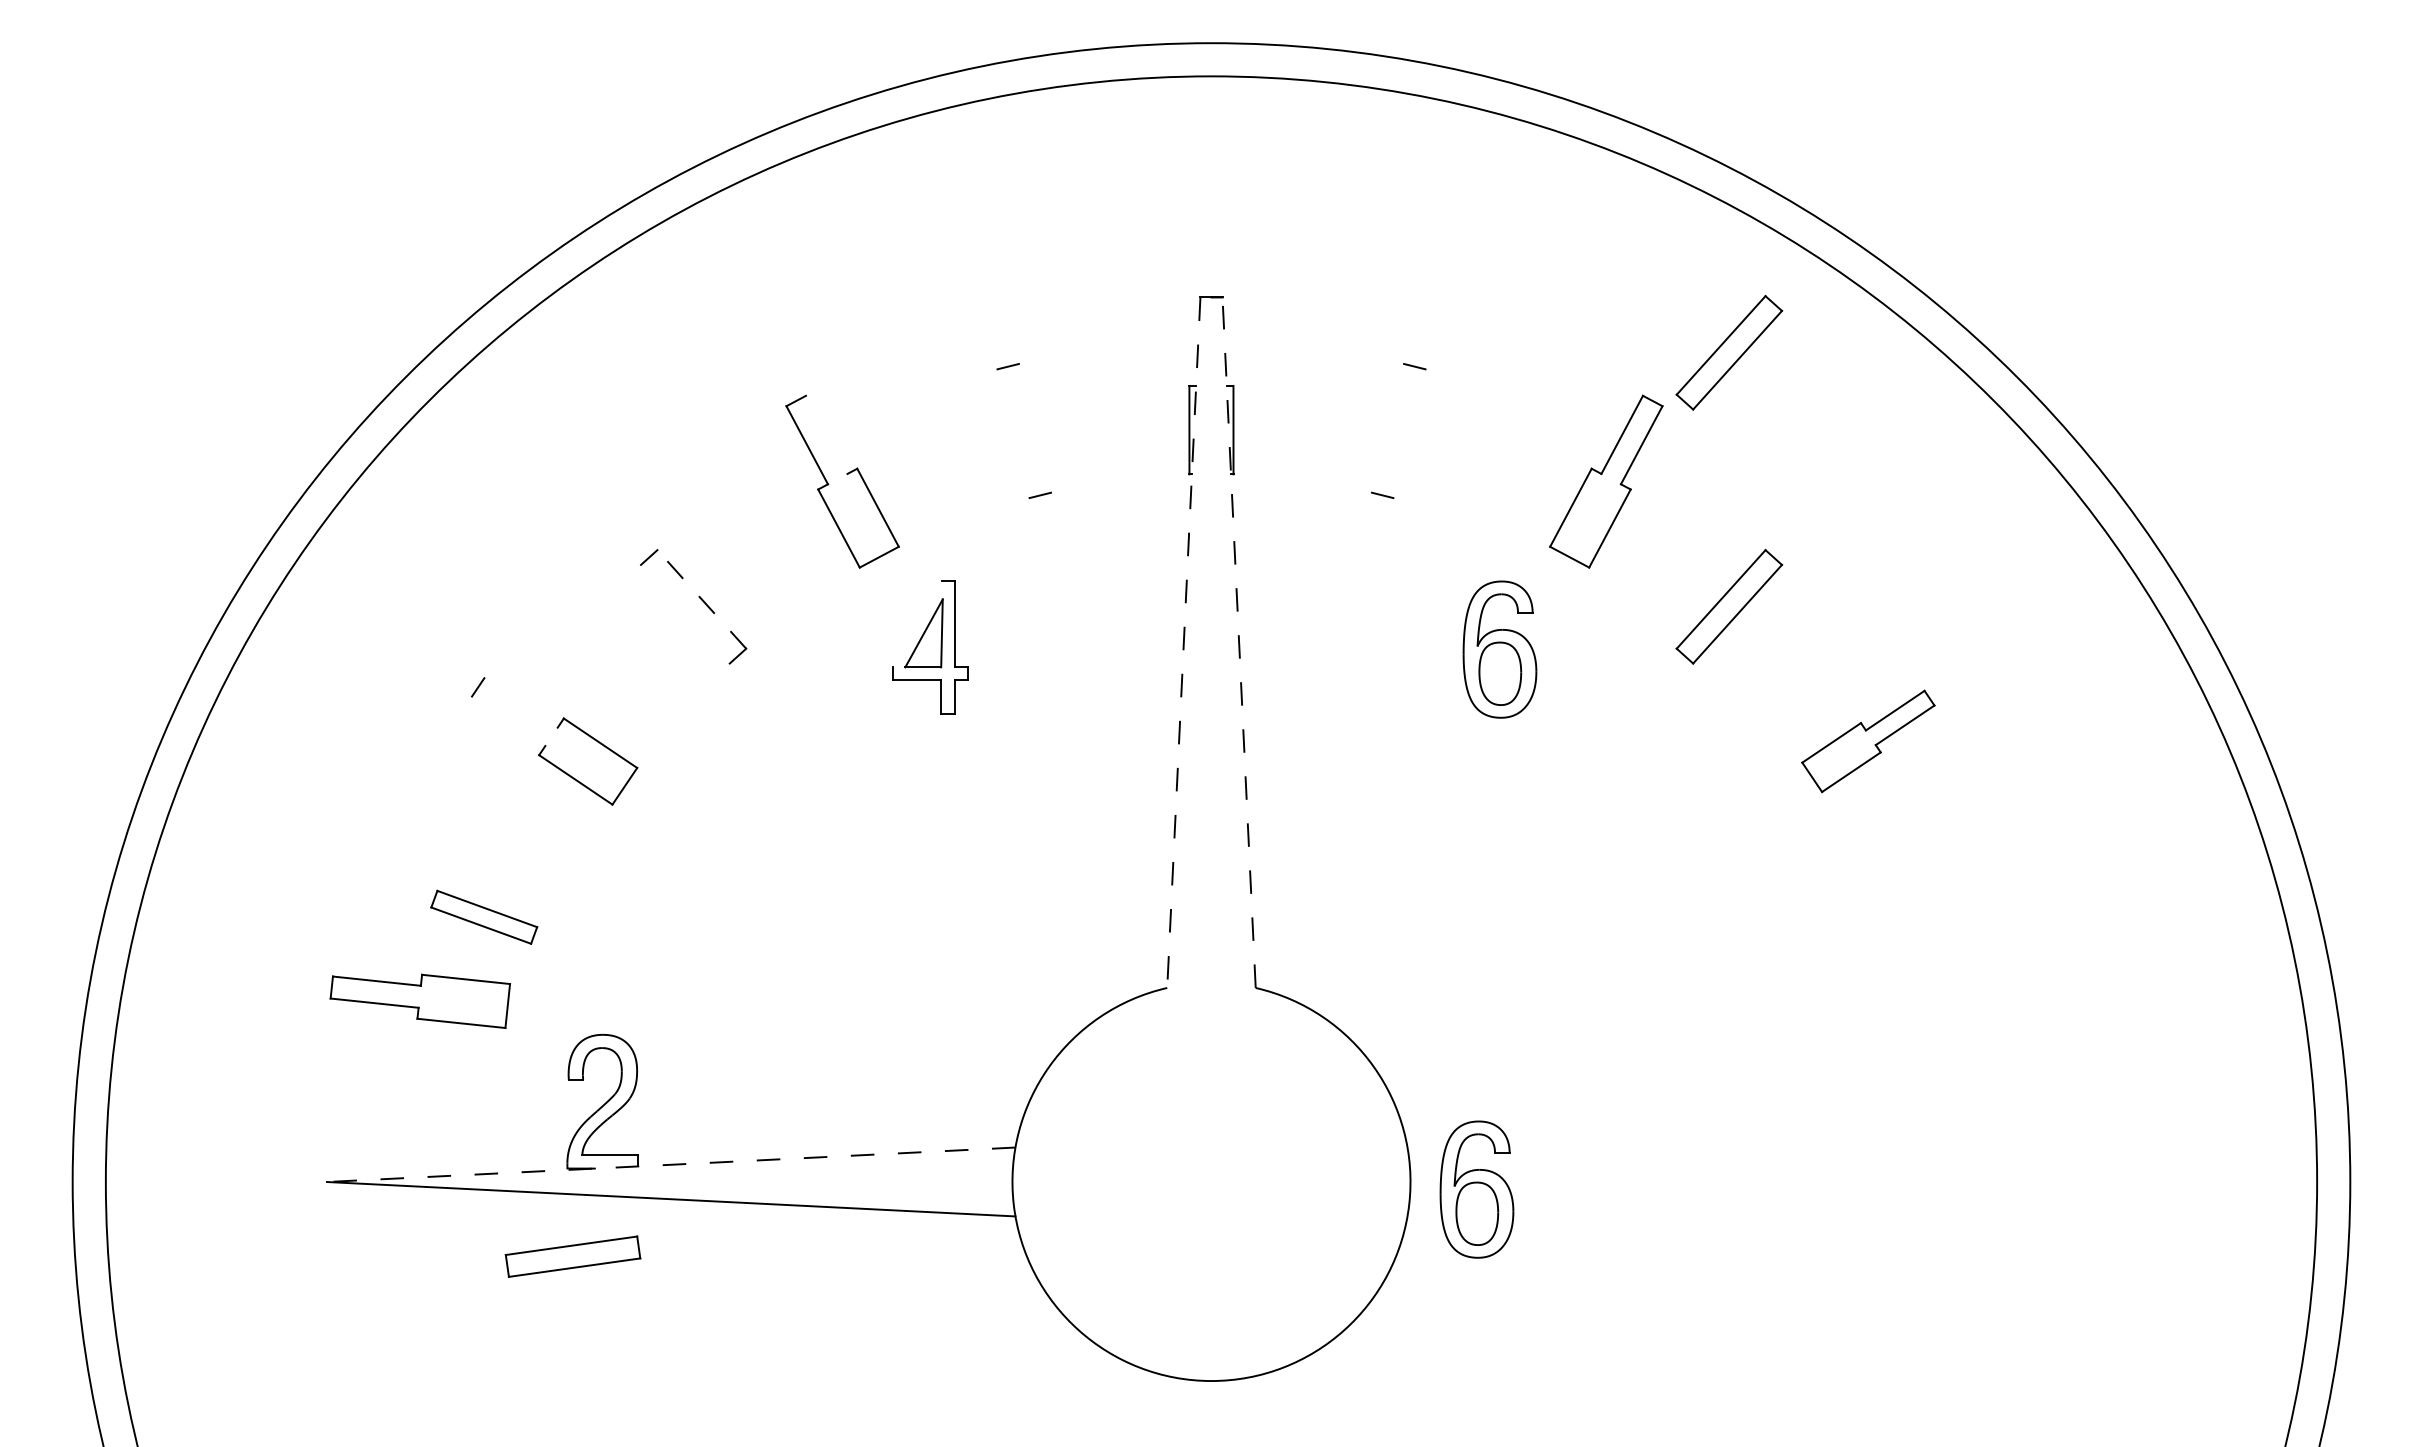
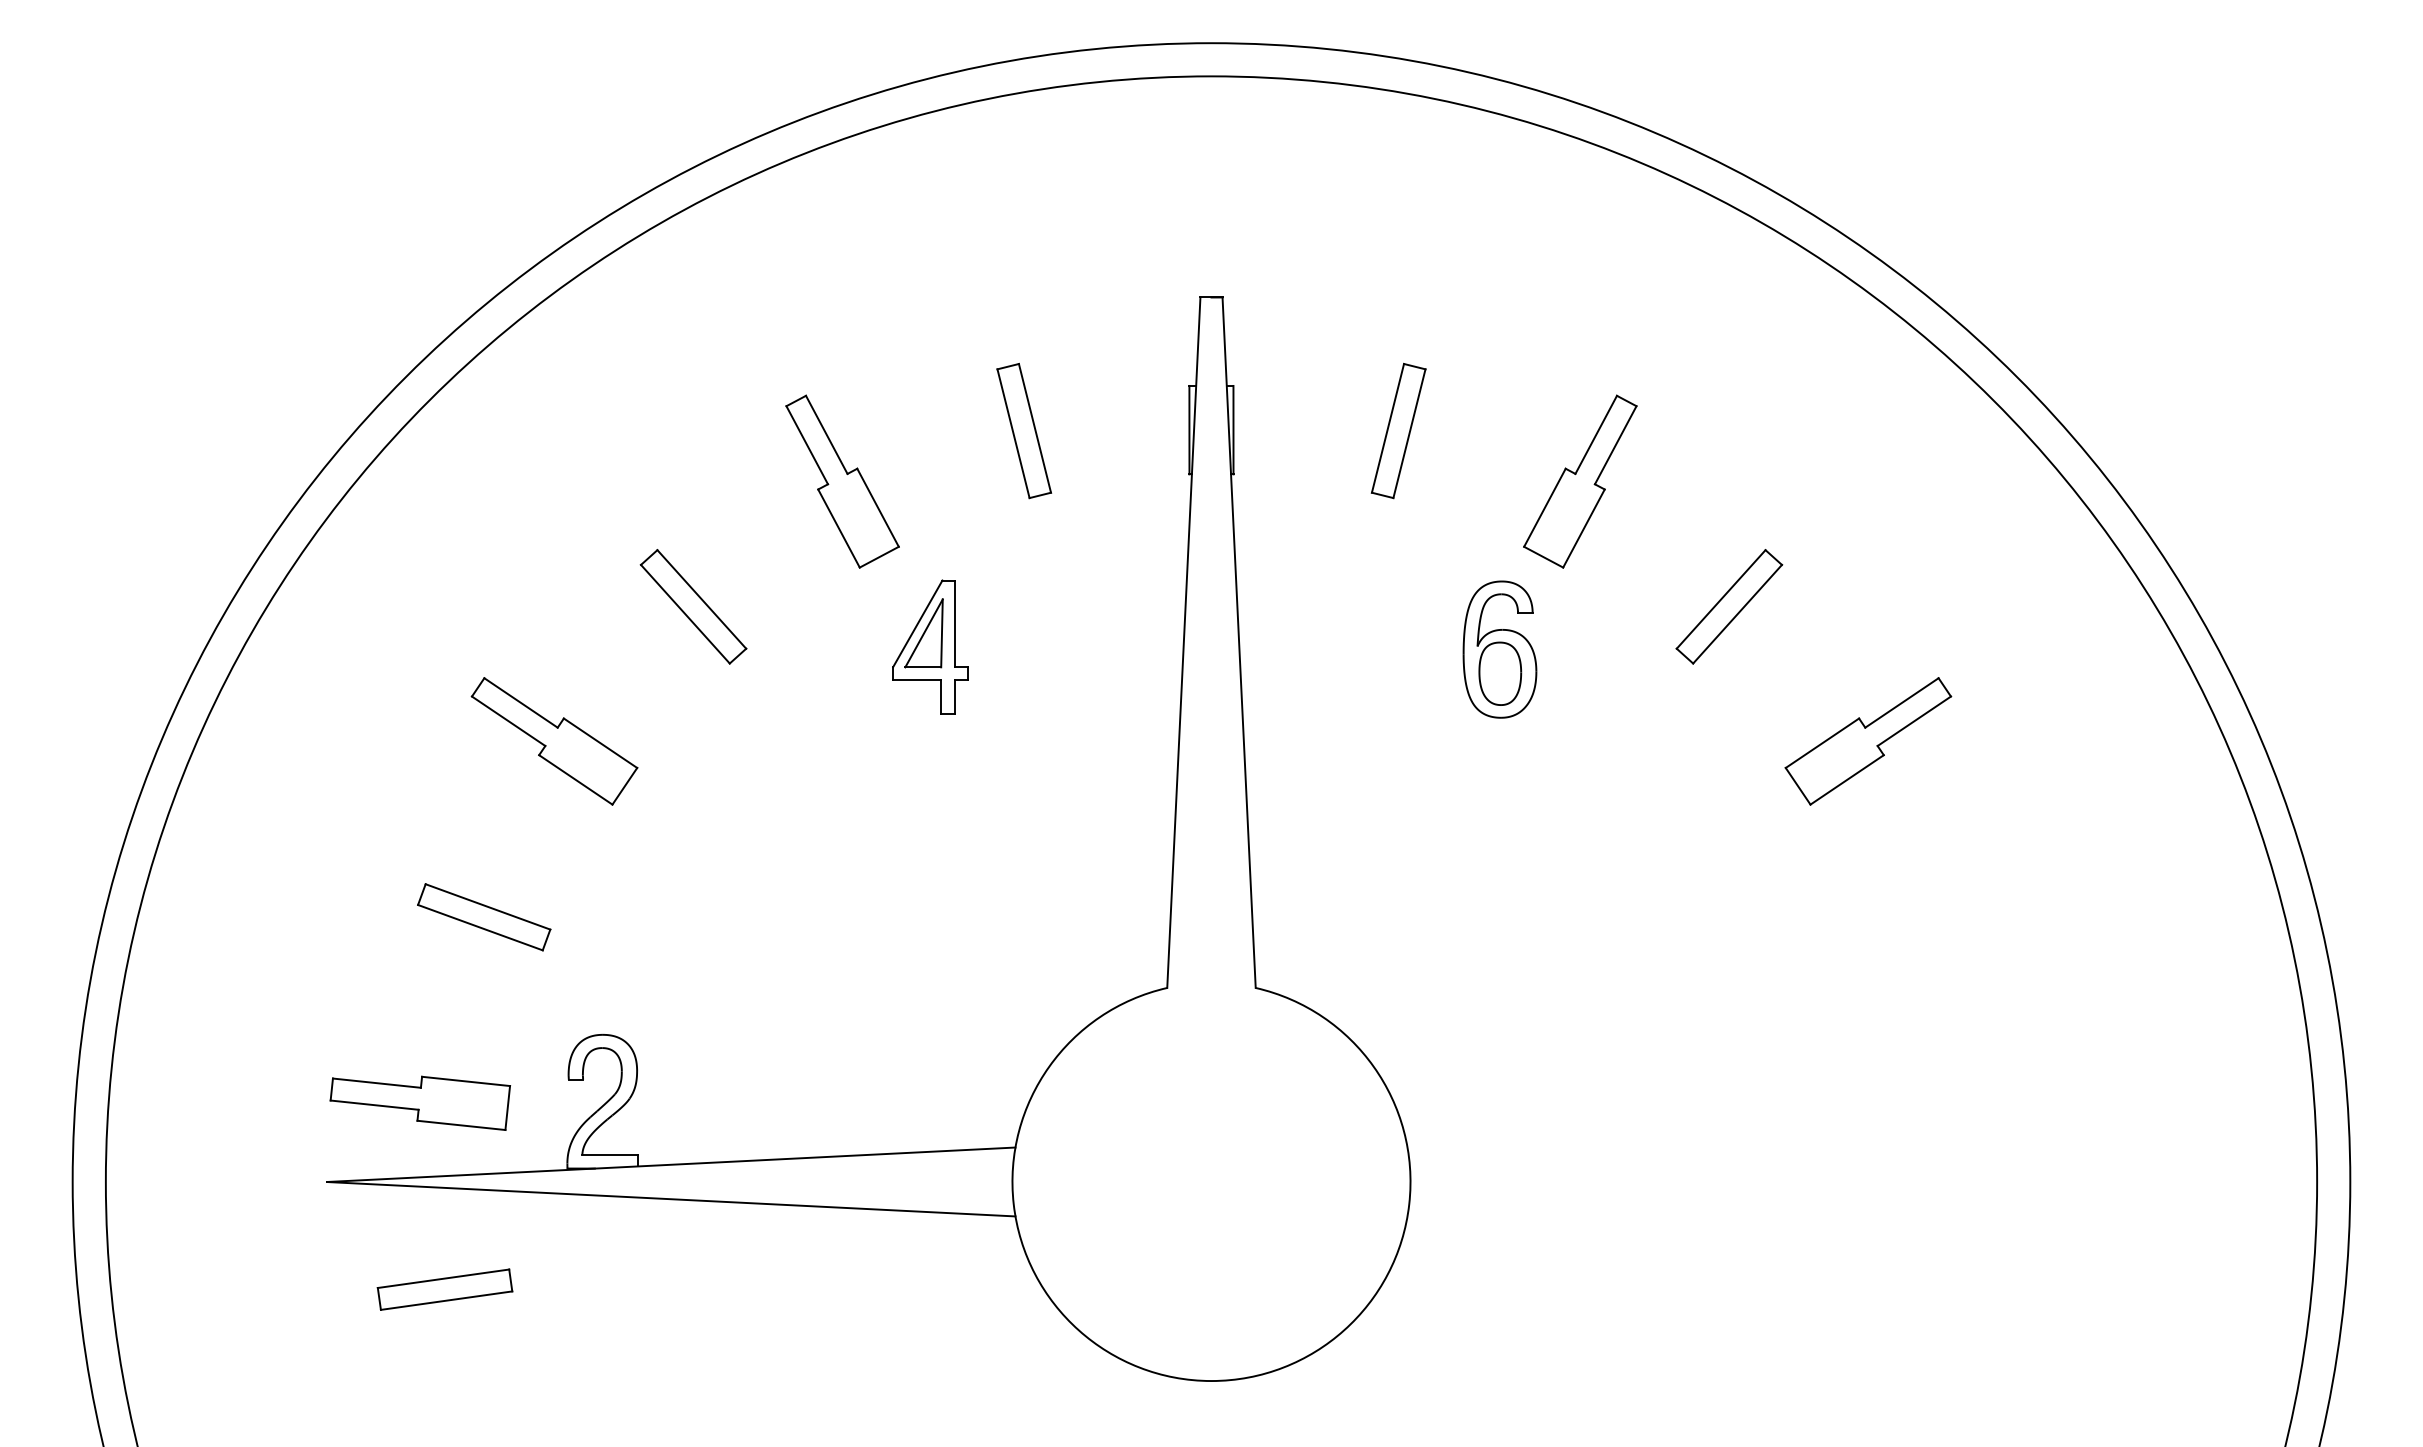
part at (1729, 352): present -> none
line at (1034, 427): none -> present
line at (1387, 427): none -> present
line at (1013, 433): none -> present
line at (1409, 433): none -> present
line at (826, 434): none -> present
part at (1606, 481) position: (1606, 481) -> (1580, 481)
line at (701, 599): dashed -> solid
line at (685, 613): none -> present
line at (917, 623): none -> present
line at (1183, 642): dashed -> solid
line at (1239, 642): dashed -> solid
line at (520, 702): none -> present
line at (508, 721): none -> present
part at (1868, 741) size: 135x105 px -> 169x129 px
part at (484, 916) size: 109x56 px -> 135x69 px
part at (420, 1000) position: (420, 1000) -> (420, 1102)
line at (671, 1164): dashed -> solid
part at (1476, 1189): present -> none
part at (572, 1256) position: (572, 1256) -> (444, 1289)
